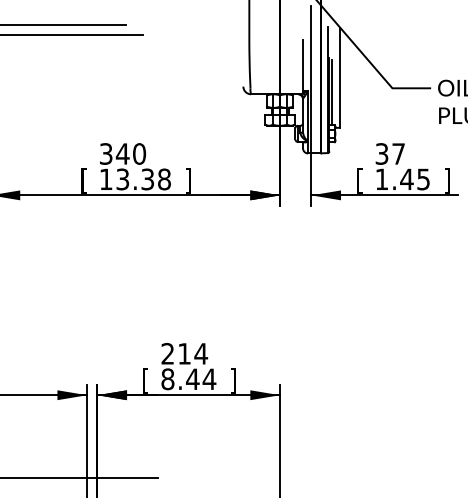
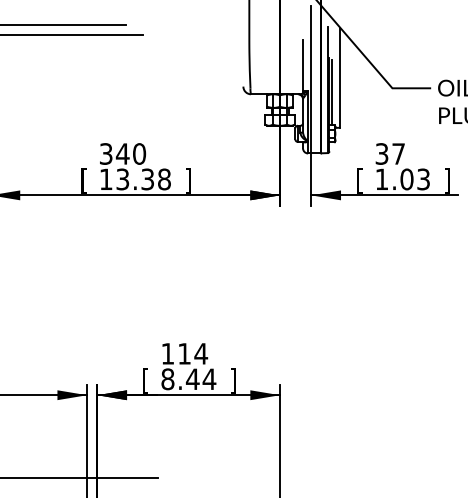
text at (414, 179): 1.45 -> 1.03
text at (167, 353): 214 -> 114
